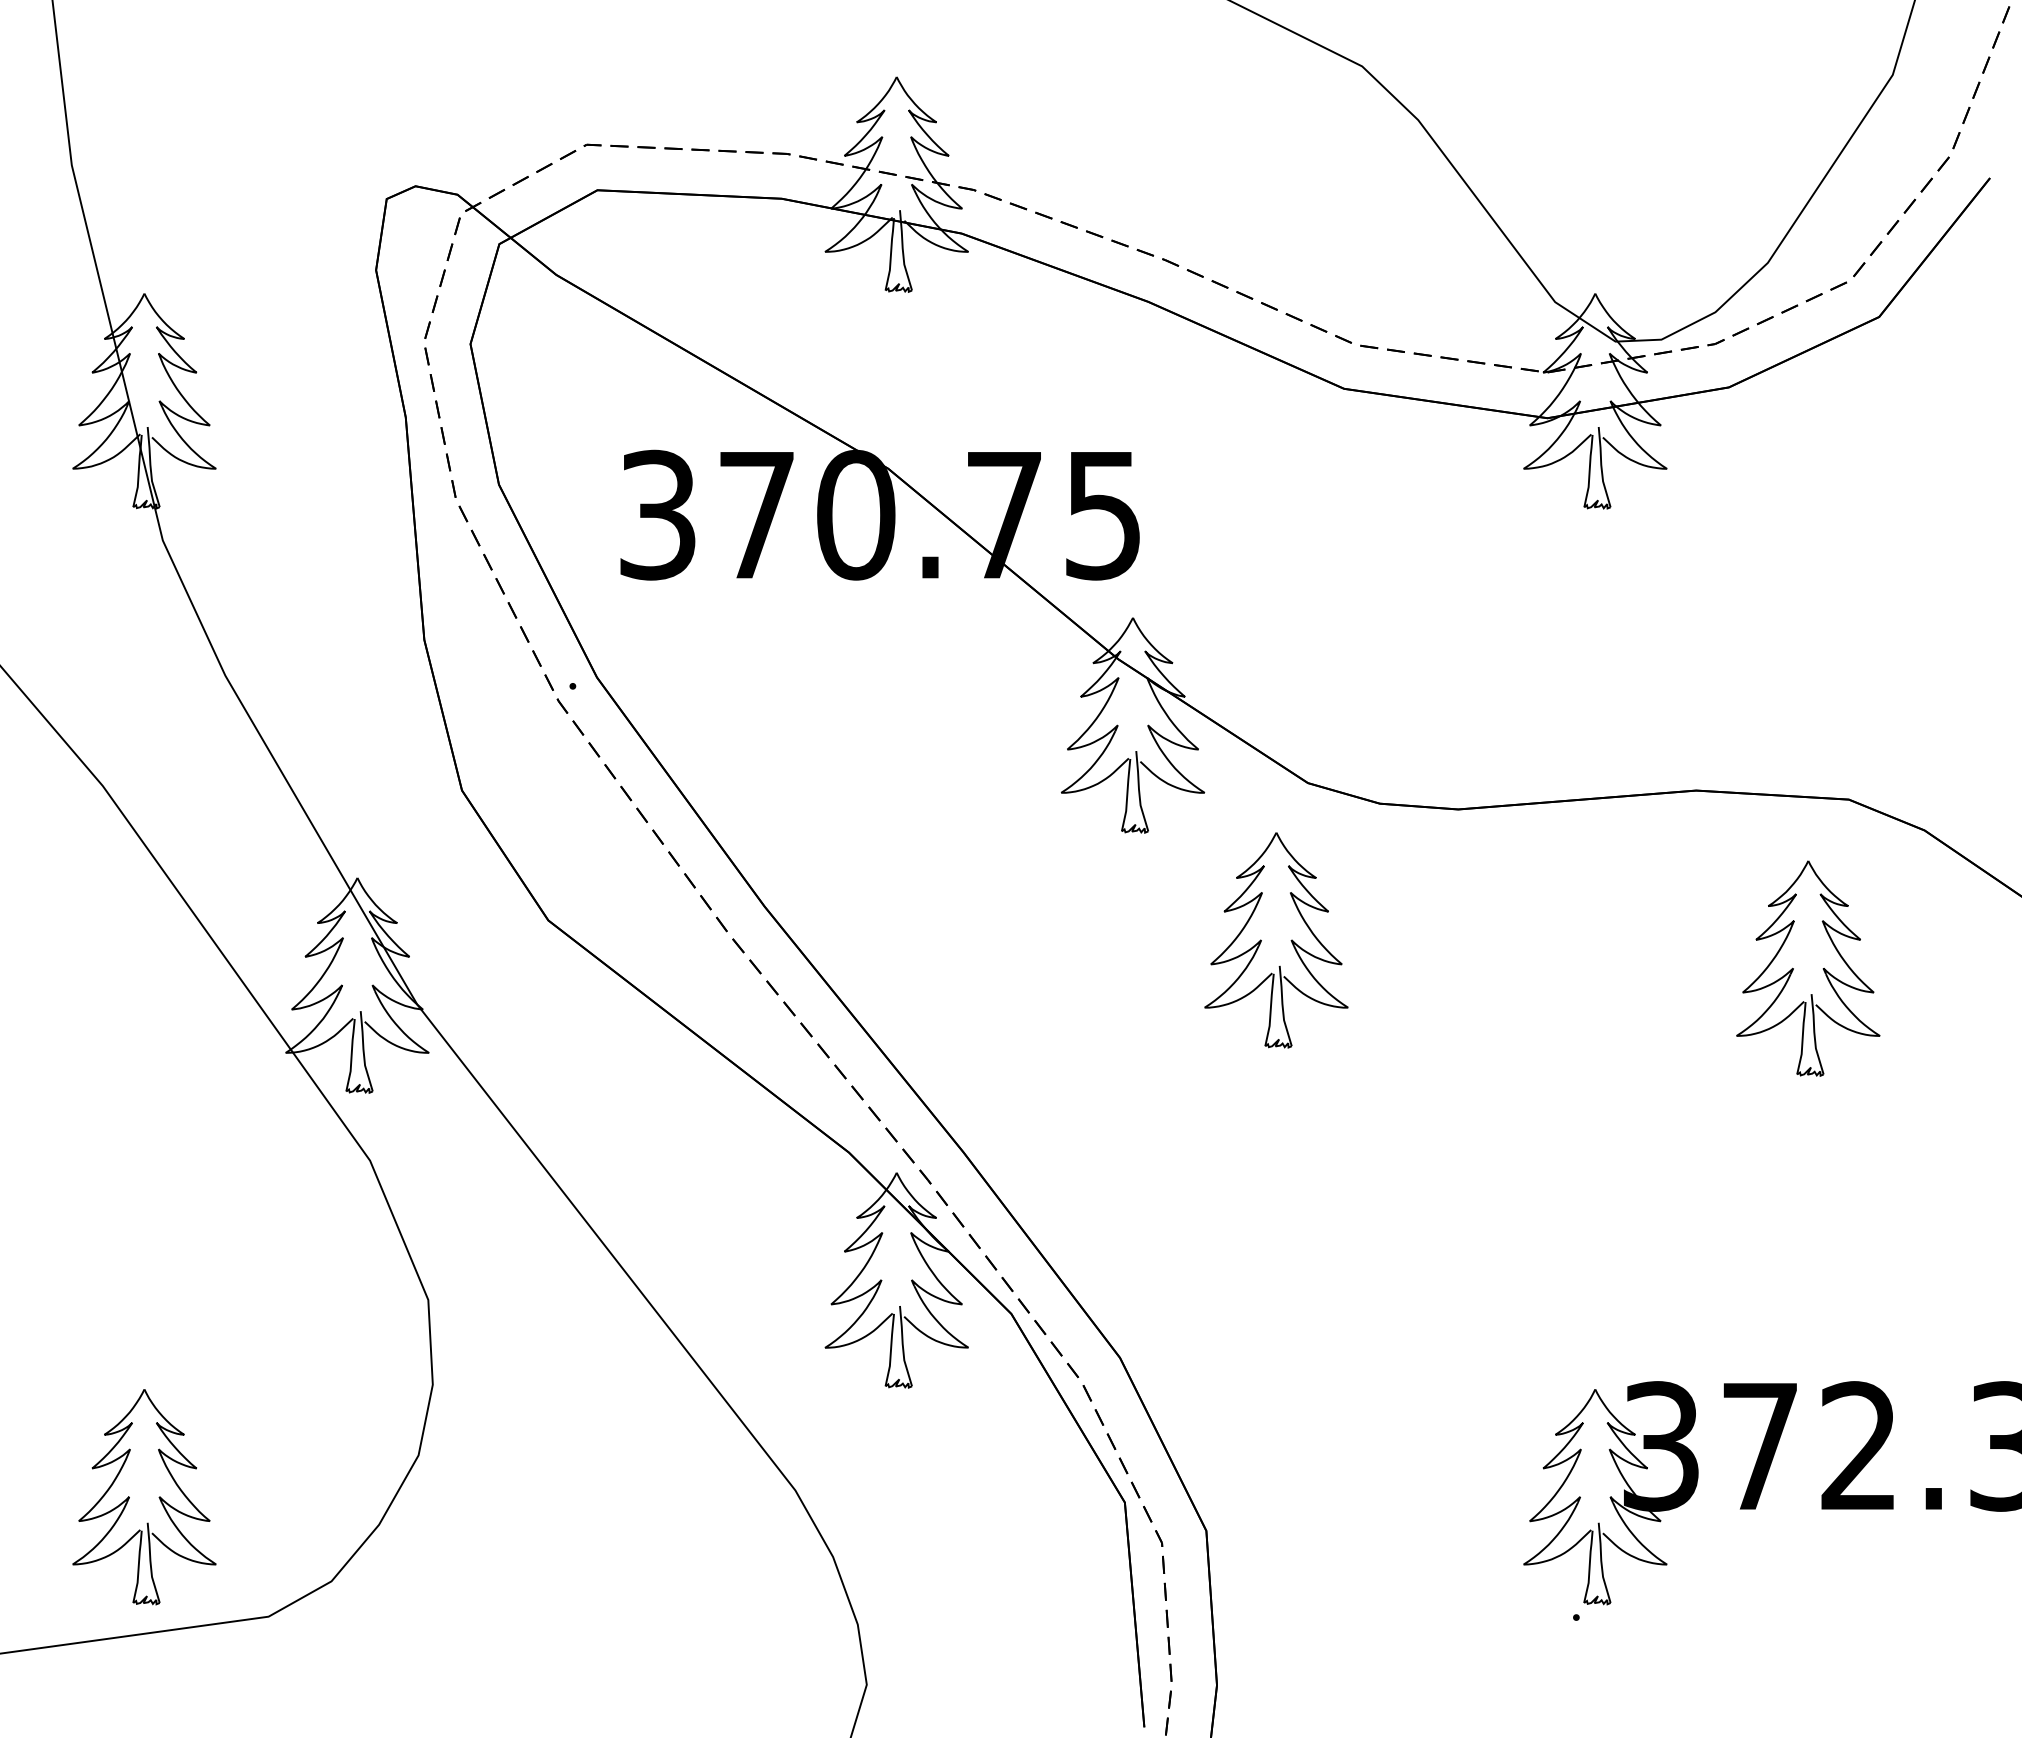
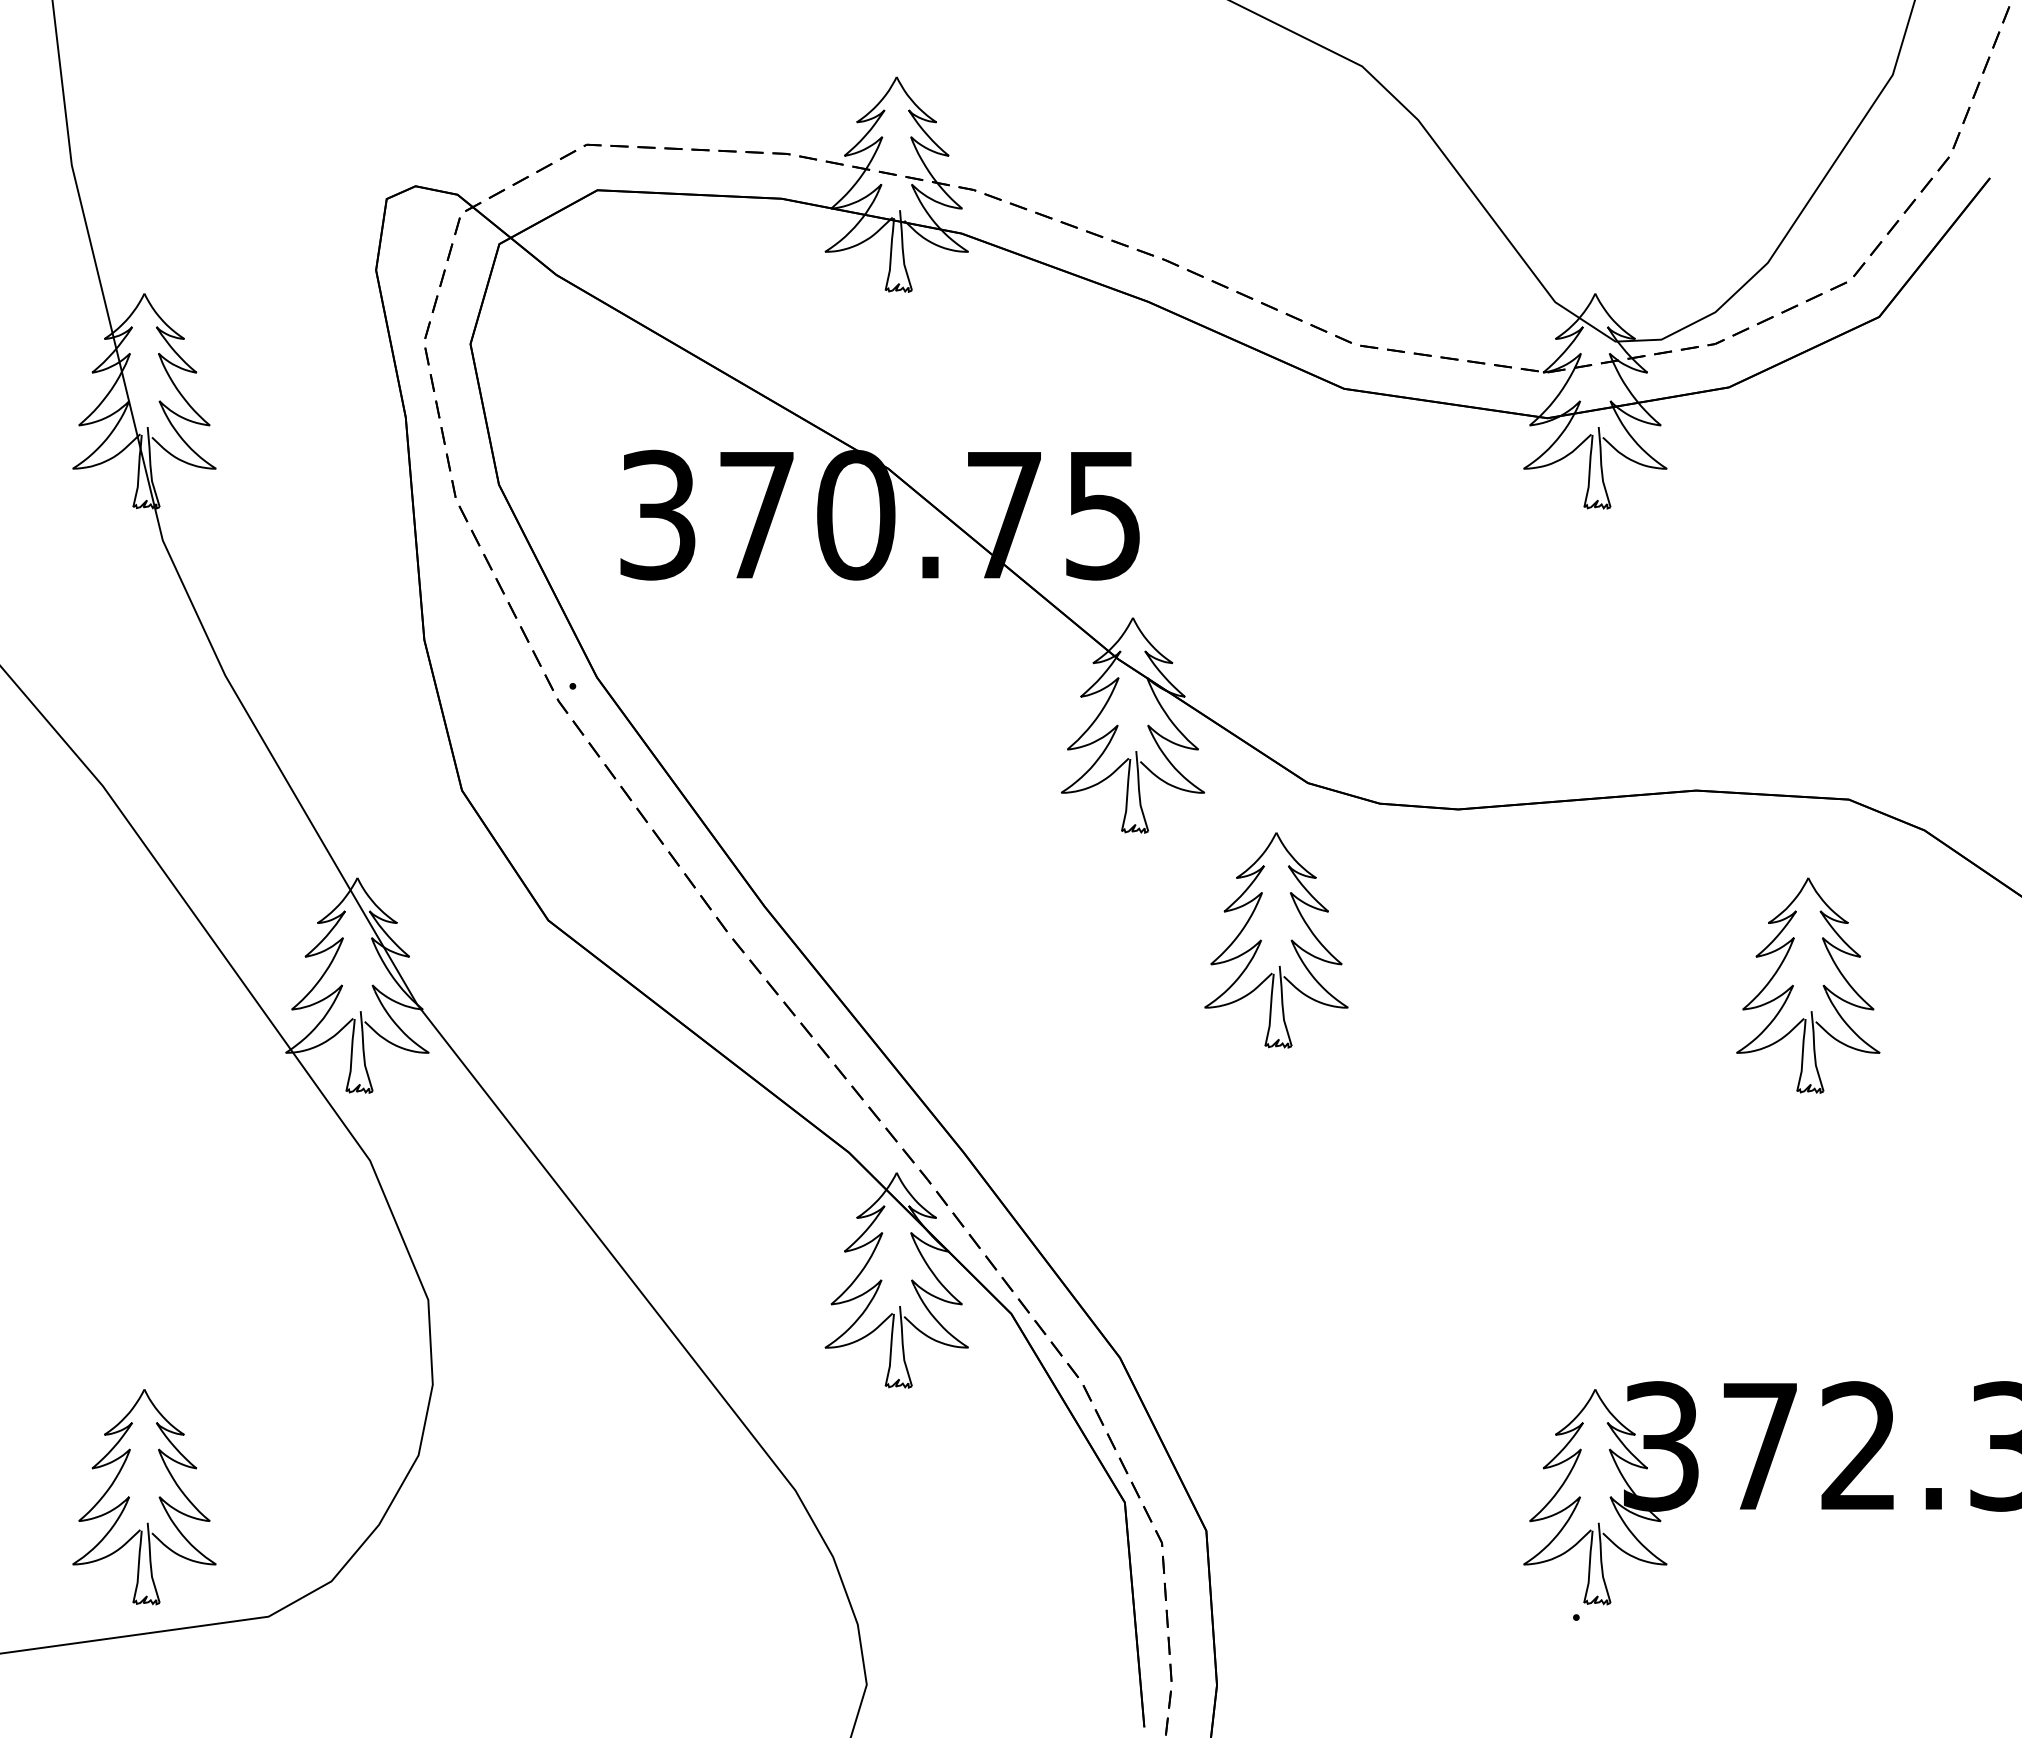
part at (1822, 968) position: (1822, 968) -> (1822, 985)
